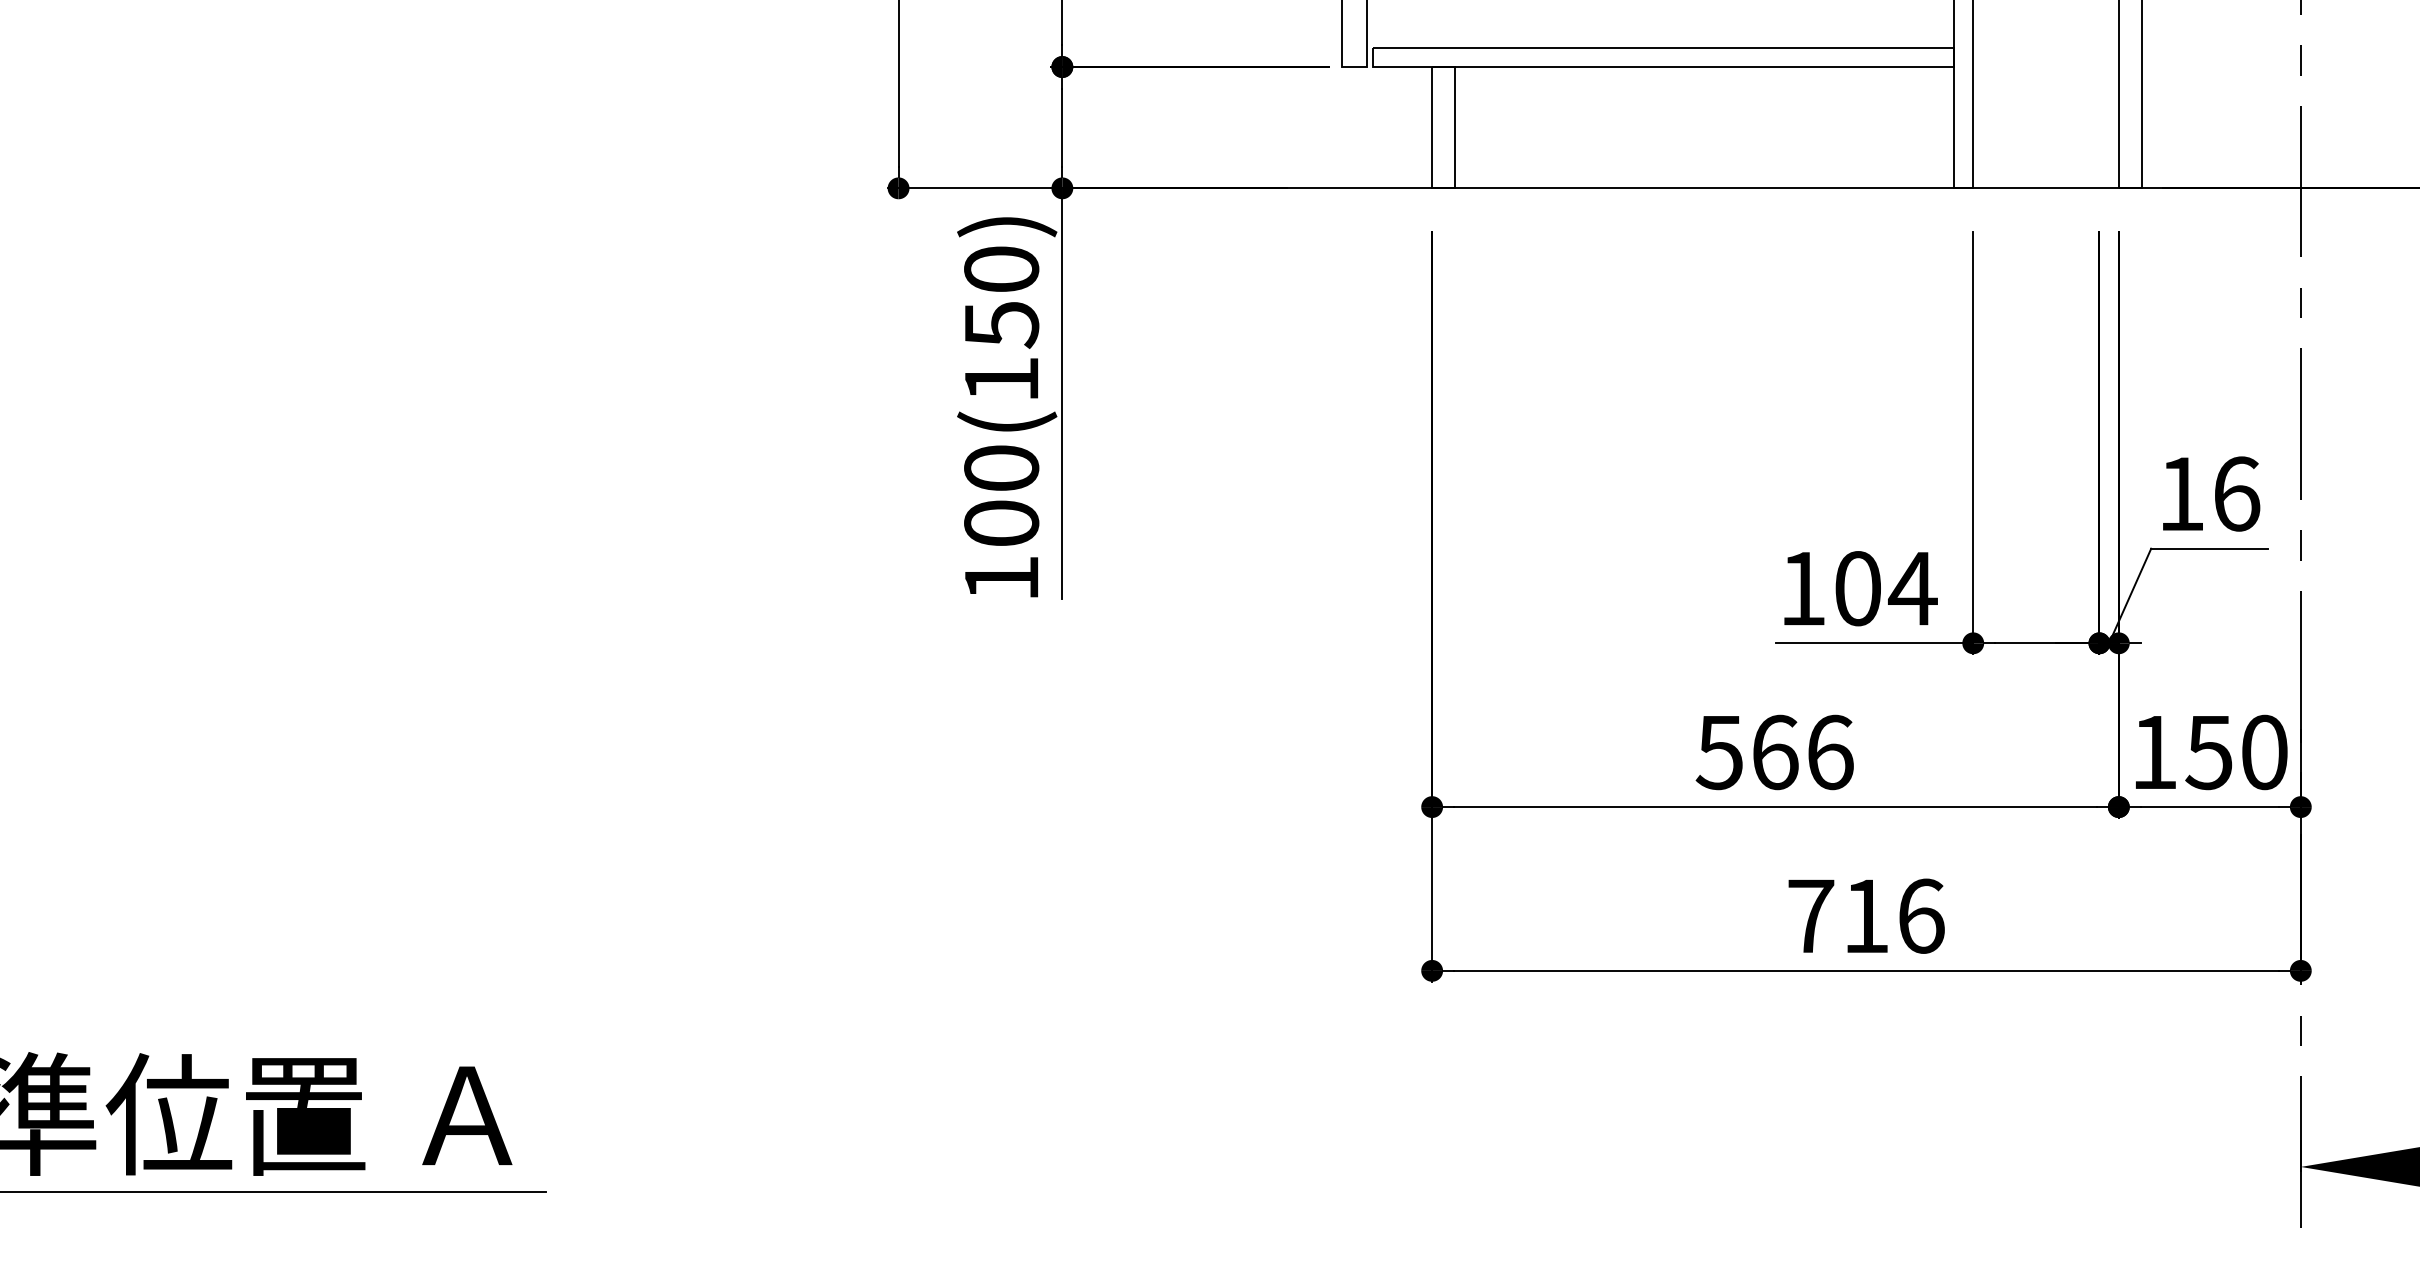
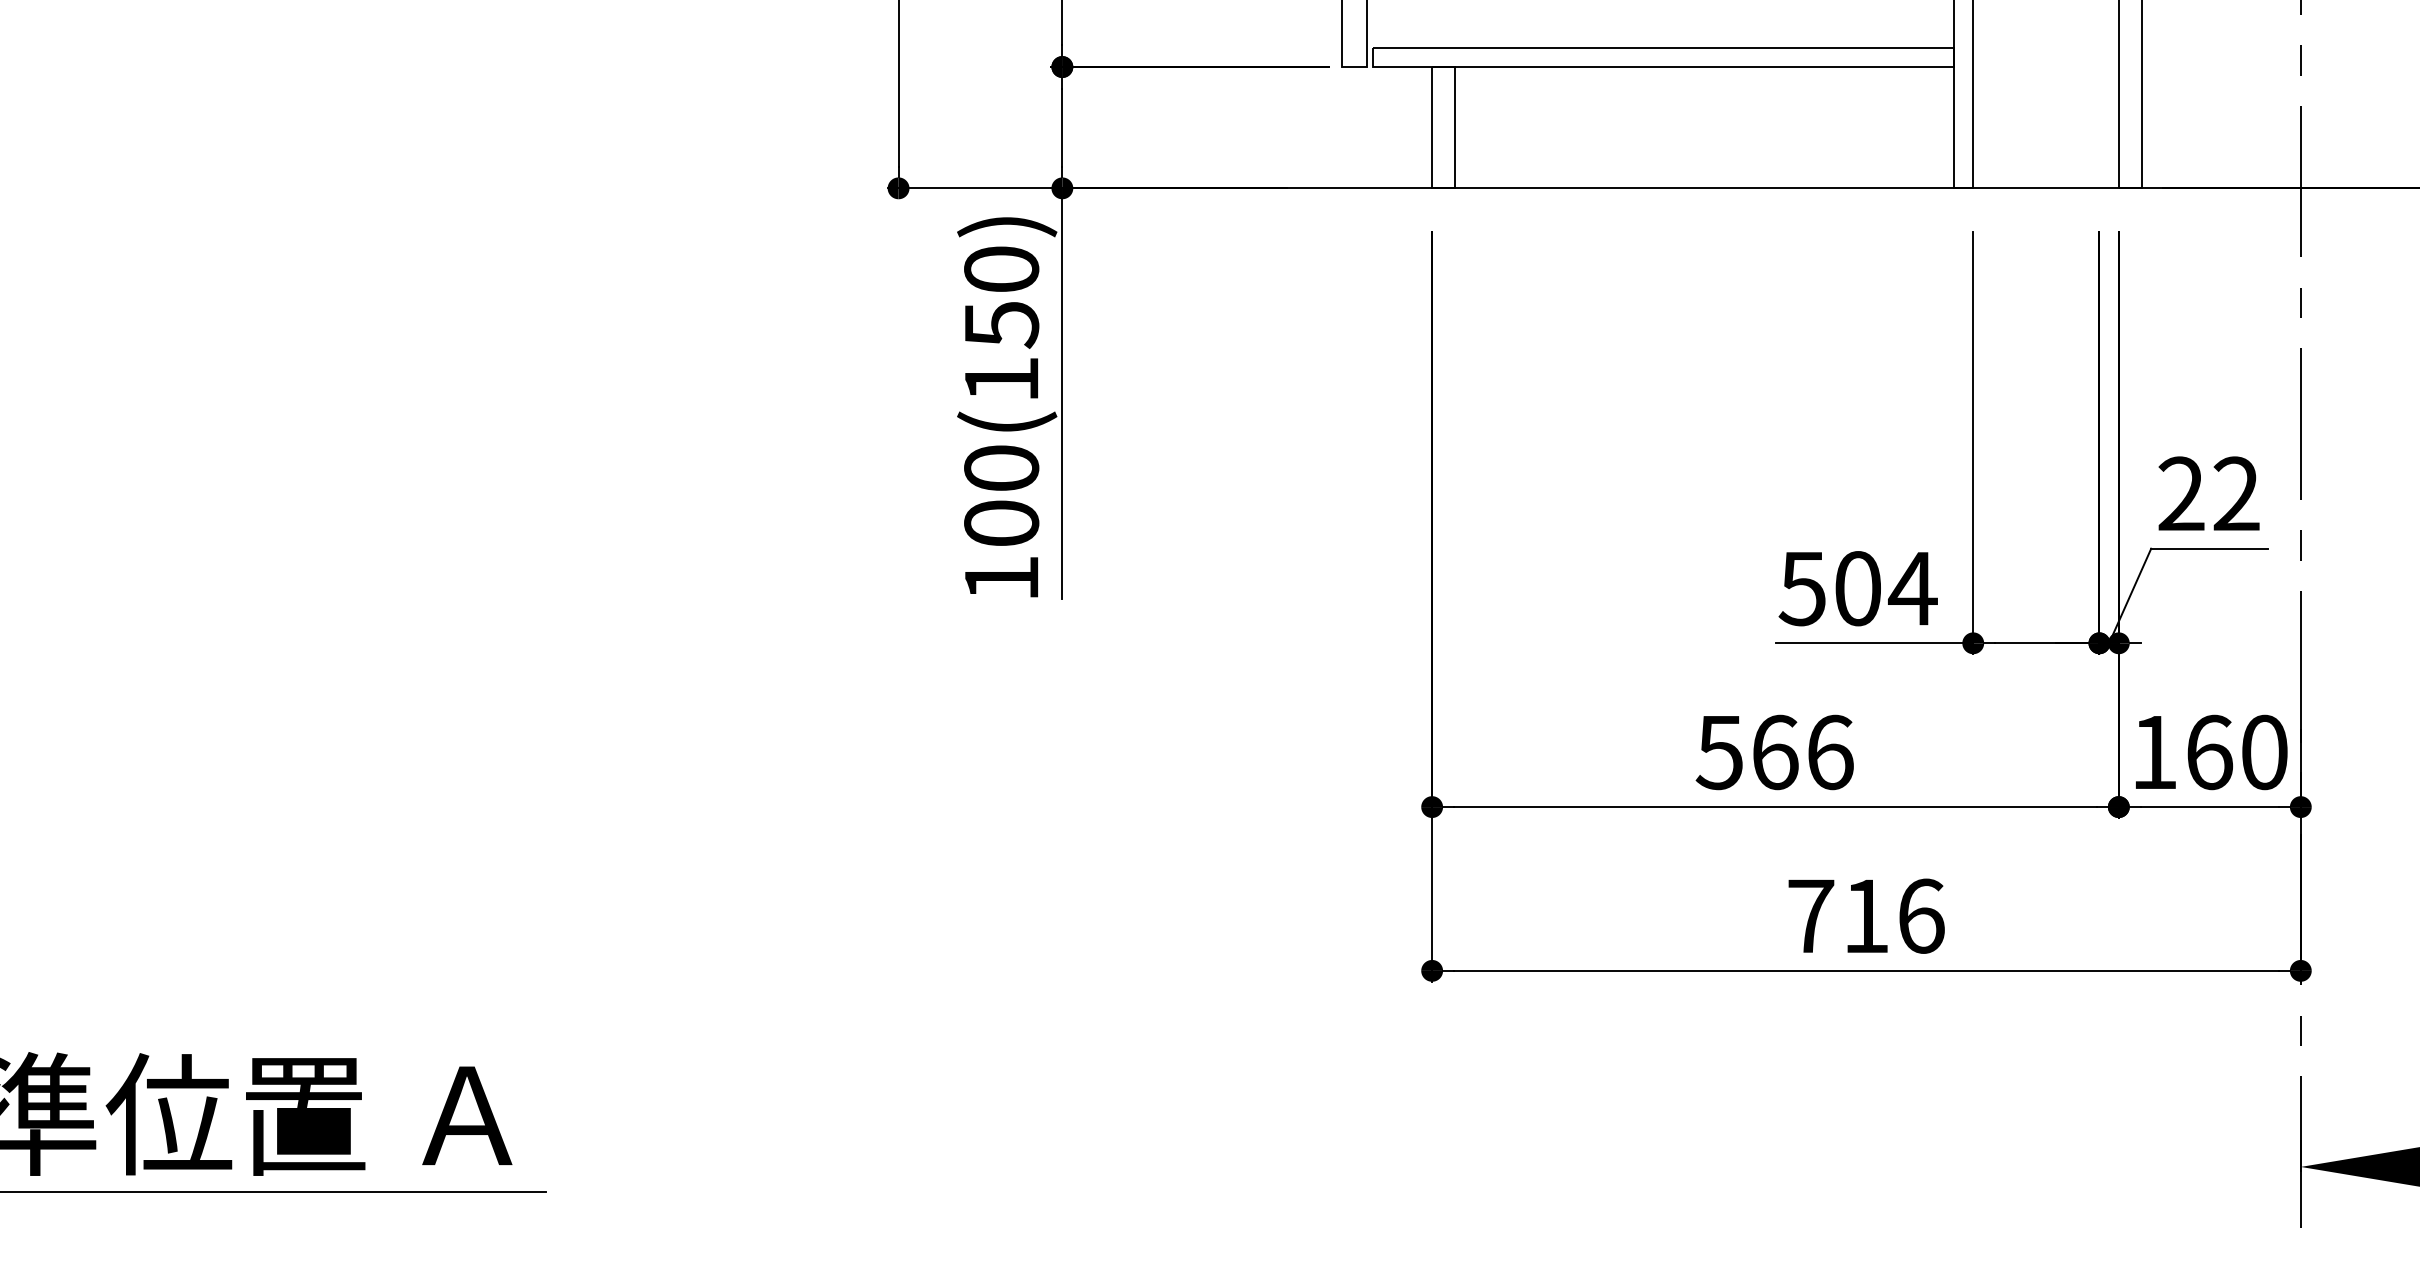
text at (2209, 493): 16 -> 22
text at (1801, 589): 104 -> 504
text at (2209, 752): 150 -> 160
